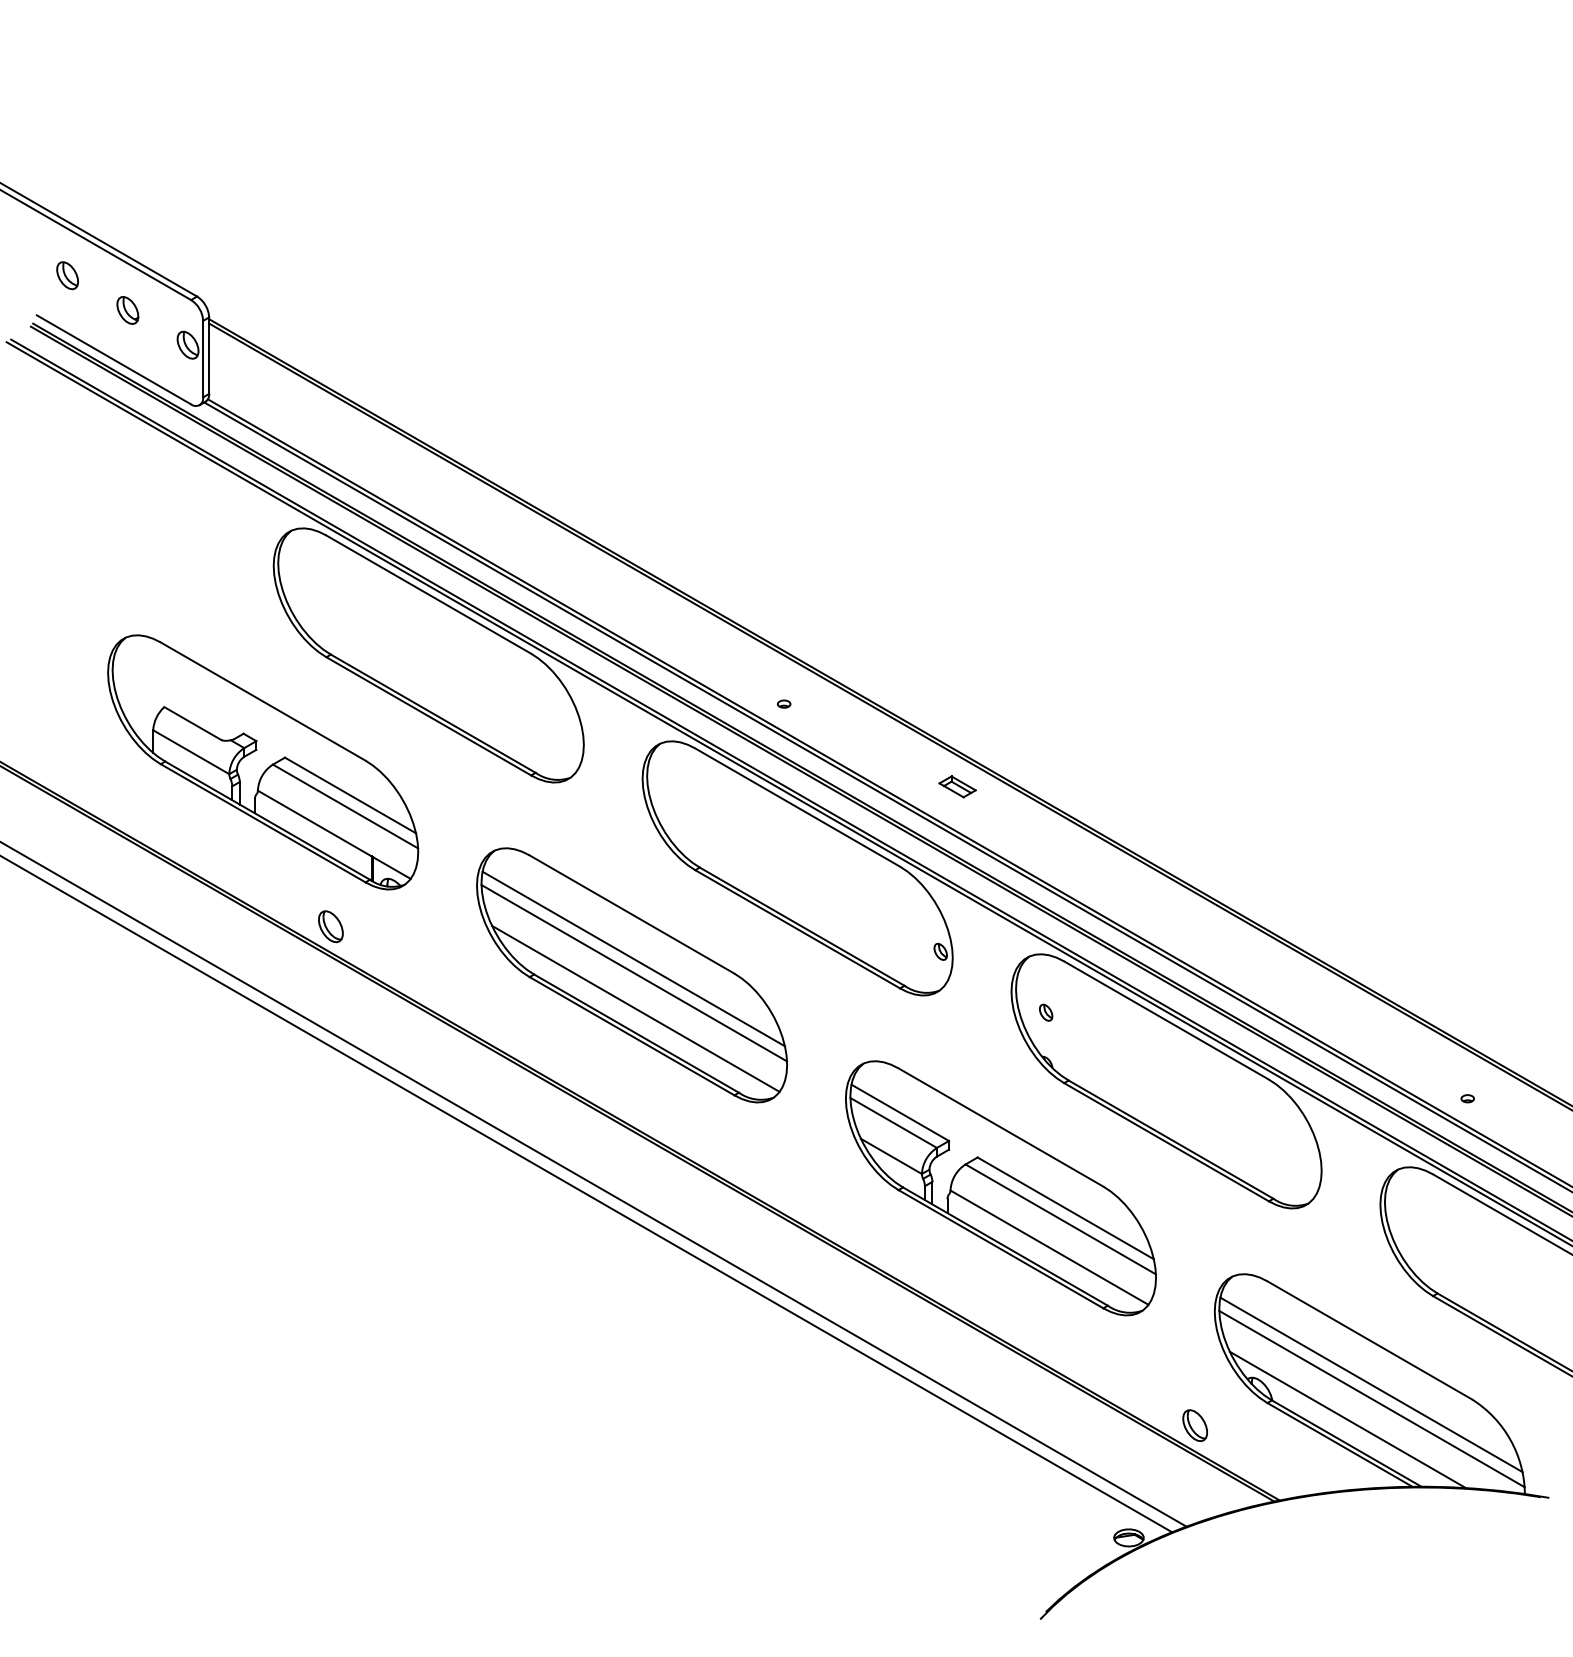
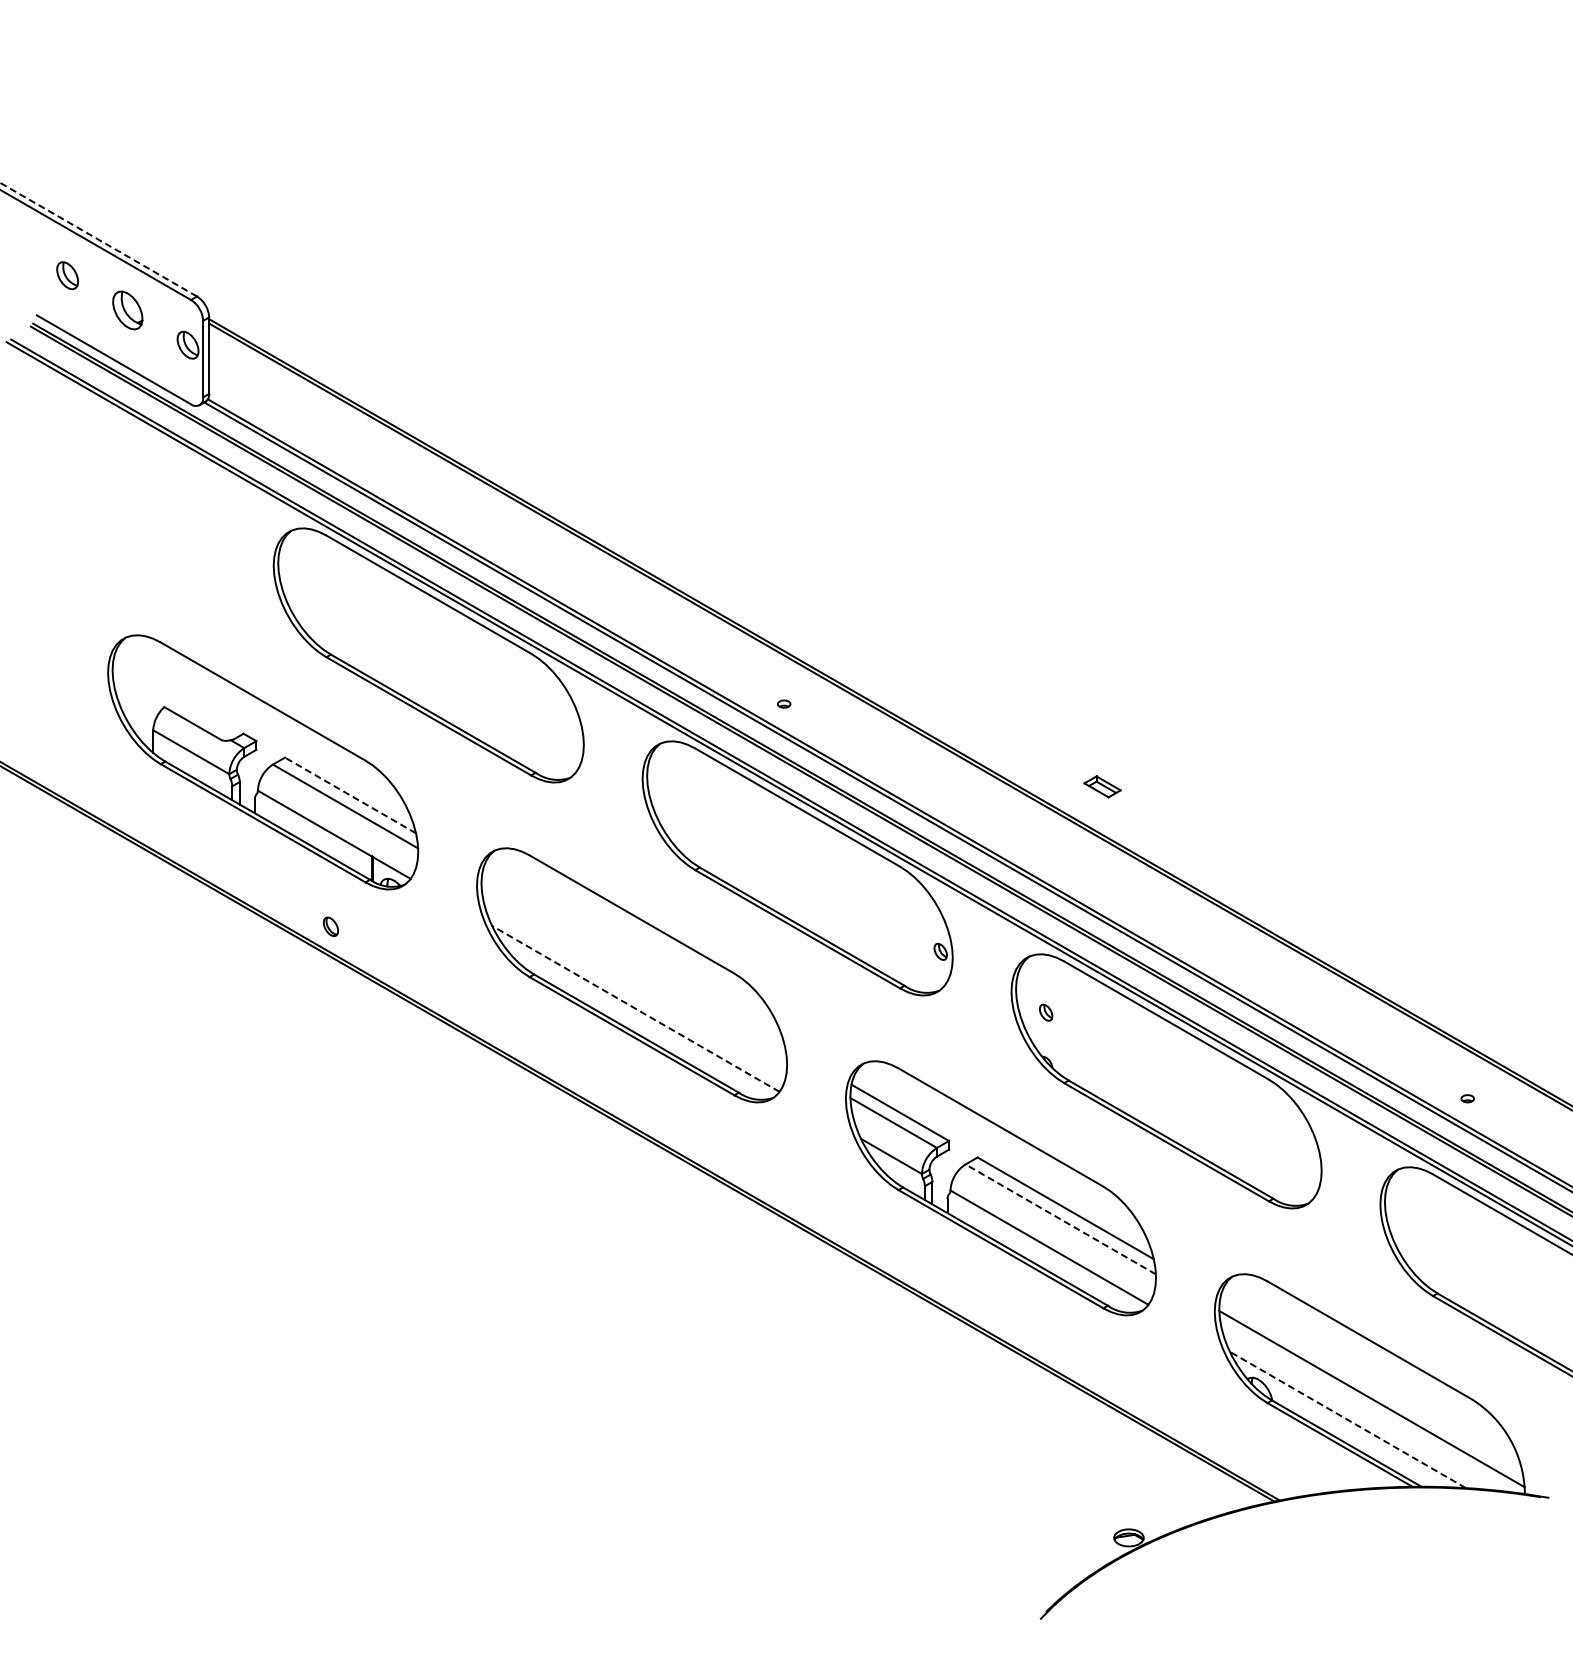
line at (98, 239): solid -> dashed
part at (127, 310) size: 24x29 px -> 32x41 px
part at (957, 786) position: (957, 786) -> (1102, 786)
line at (350, 795): solid -> dashed
part at (330, 926) size: 26x34 px -> 17x21 px
line at (633, 958): present -> none
line at (634, 973): present -> none
line at (635, 1008): solid -> dashed
line at (594, 1184): present -> none
line at (587, 1194): present -> none
line at (1060, 1219): solid -> dashed
line at (1371, 1384): present -> none
line at (1347, 1419): solid -> dashed
part at (1194, 1425): present -> none
